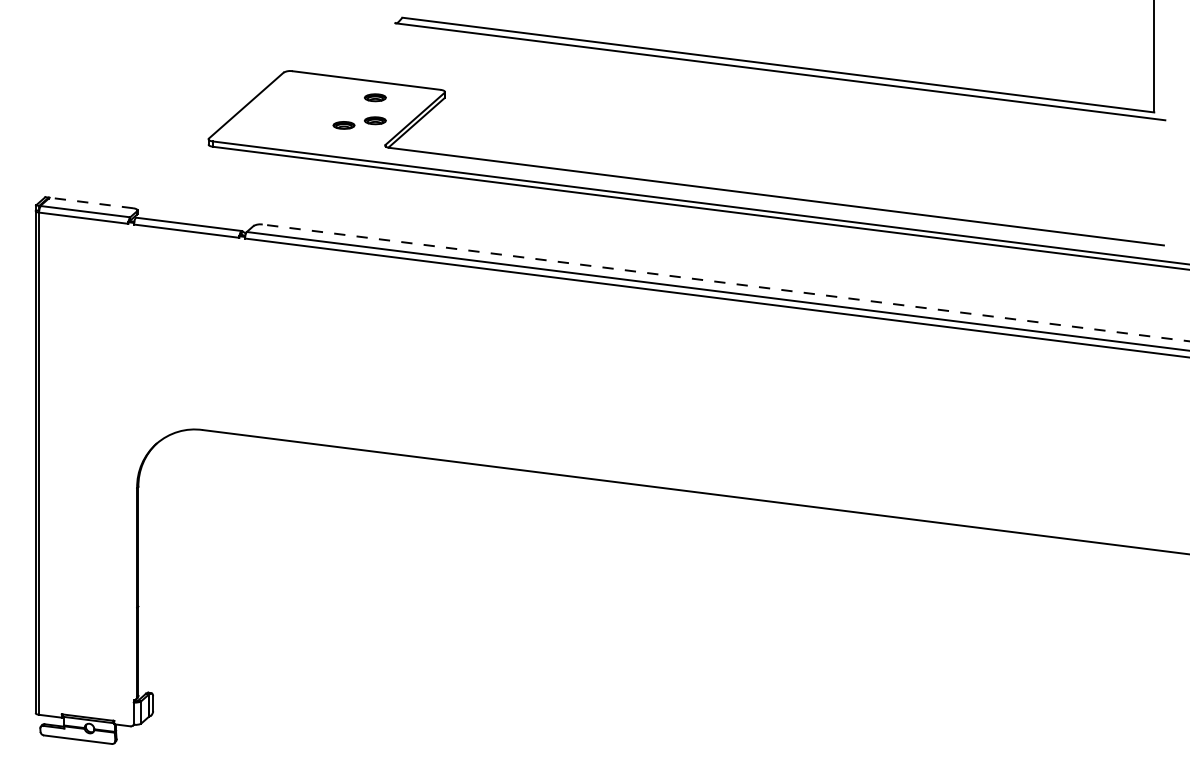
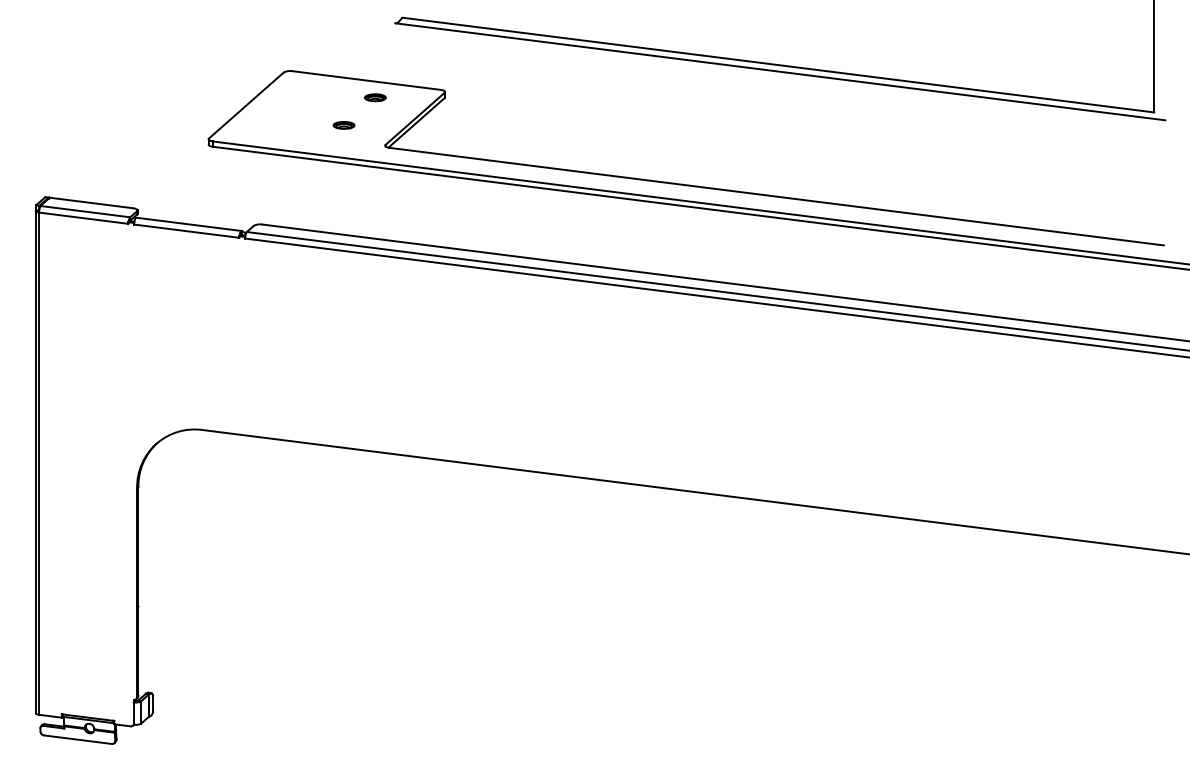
part at (375, 120): present -> none
line at (91, 202): dashed -> solid
line at (725, 282): dashed -> solid
